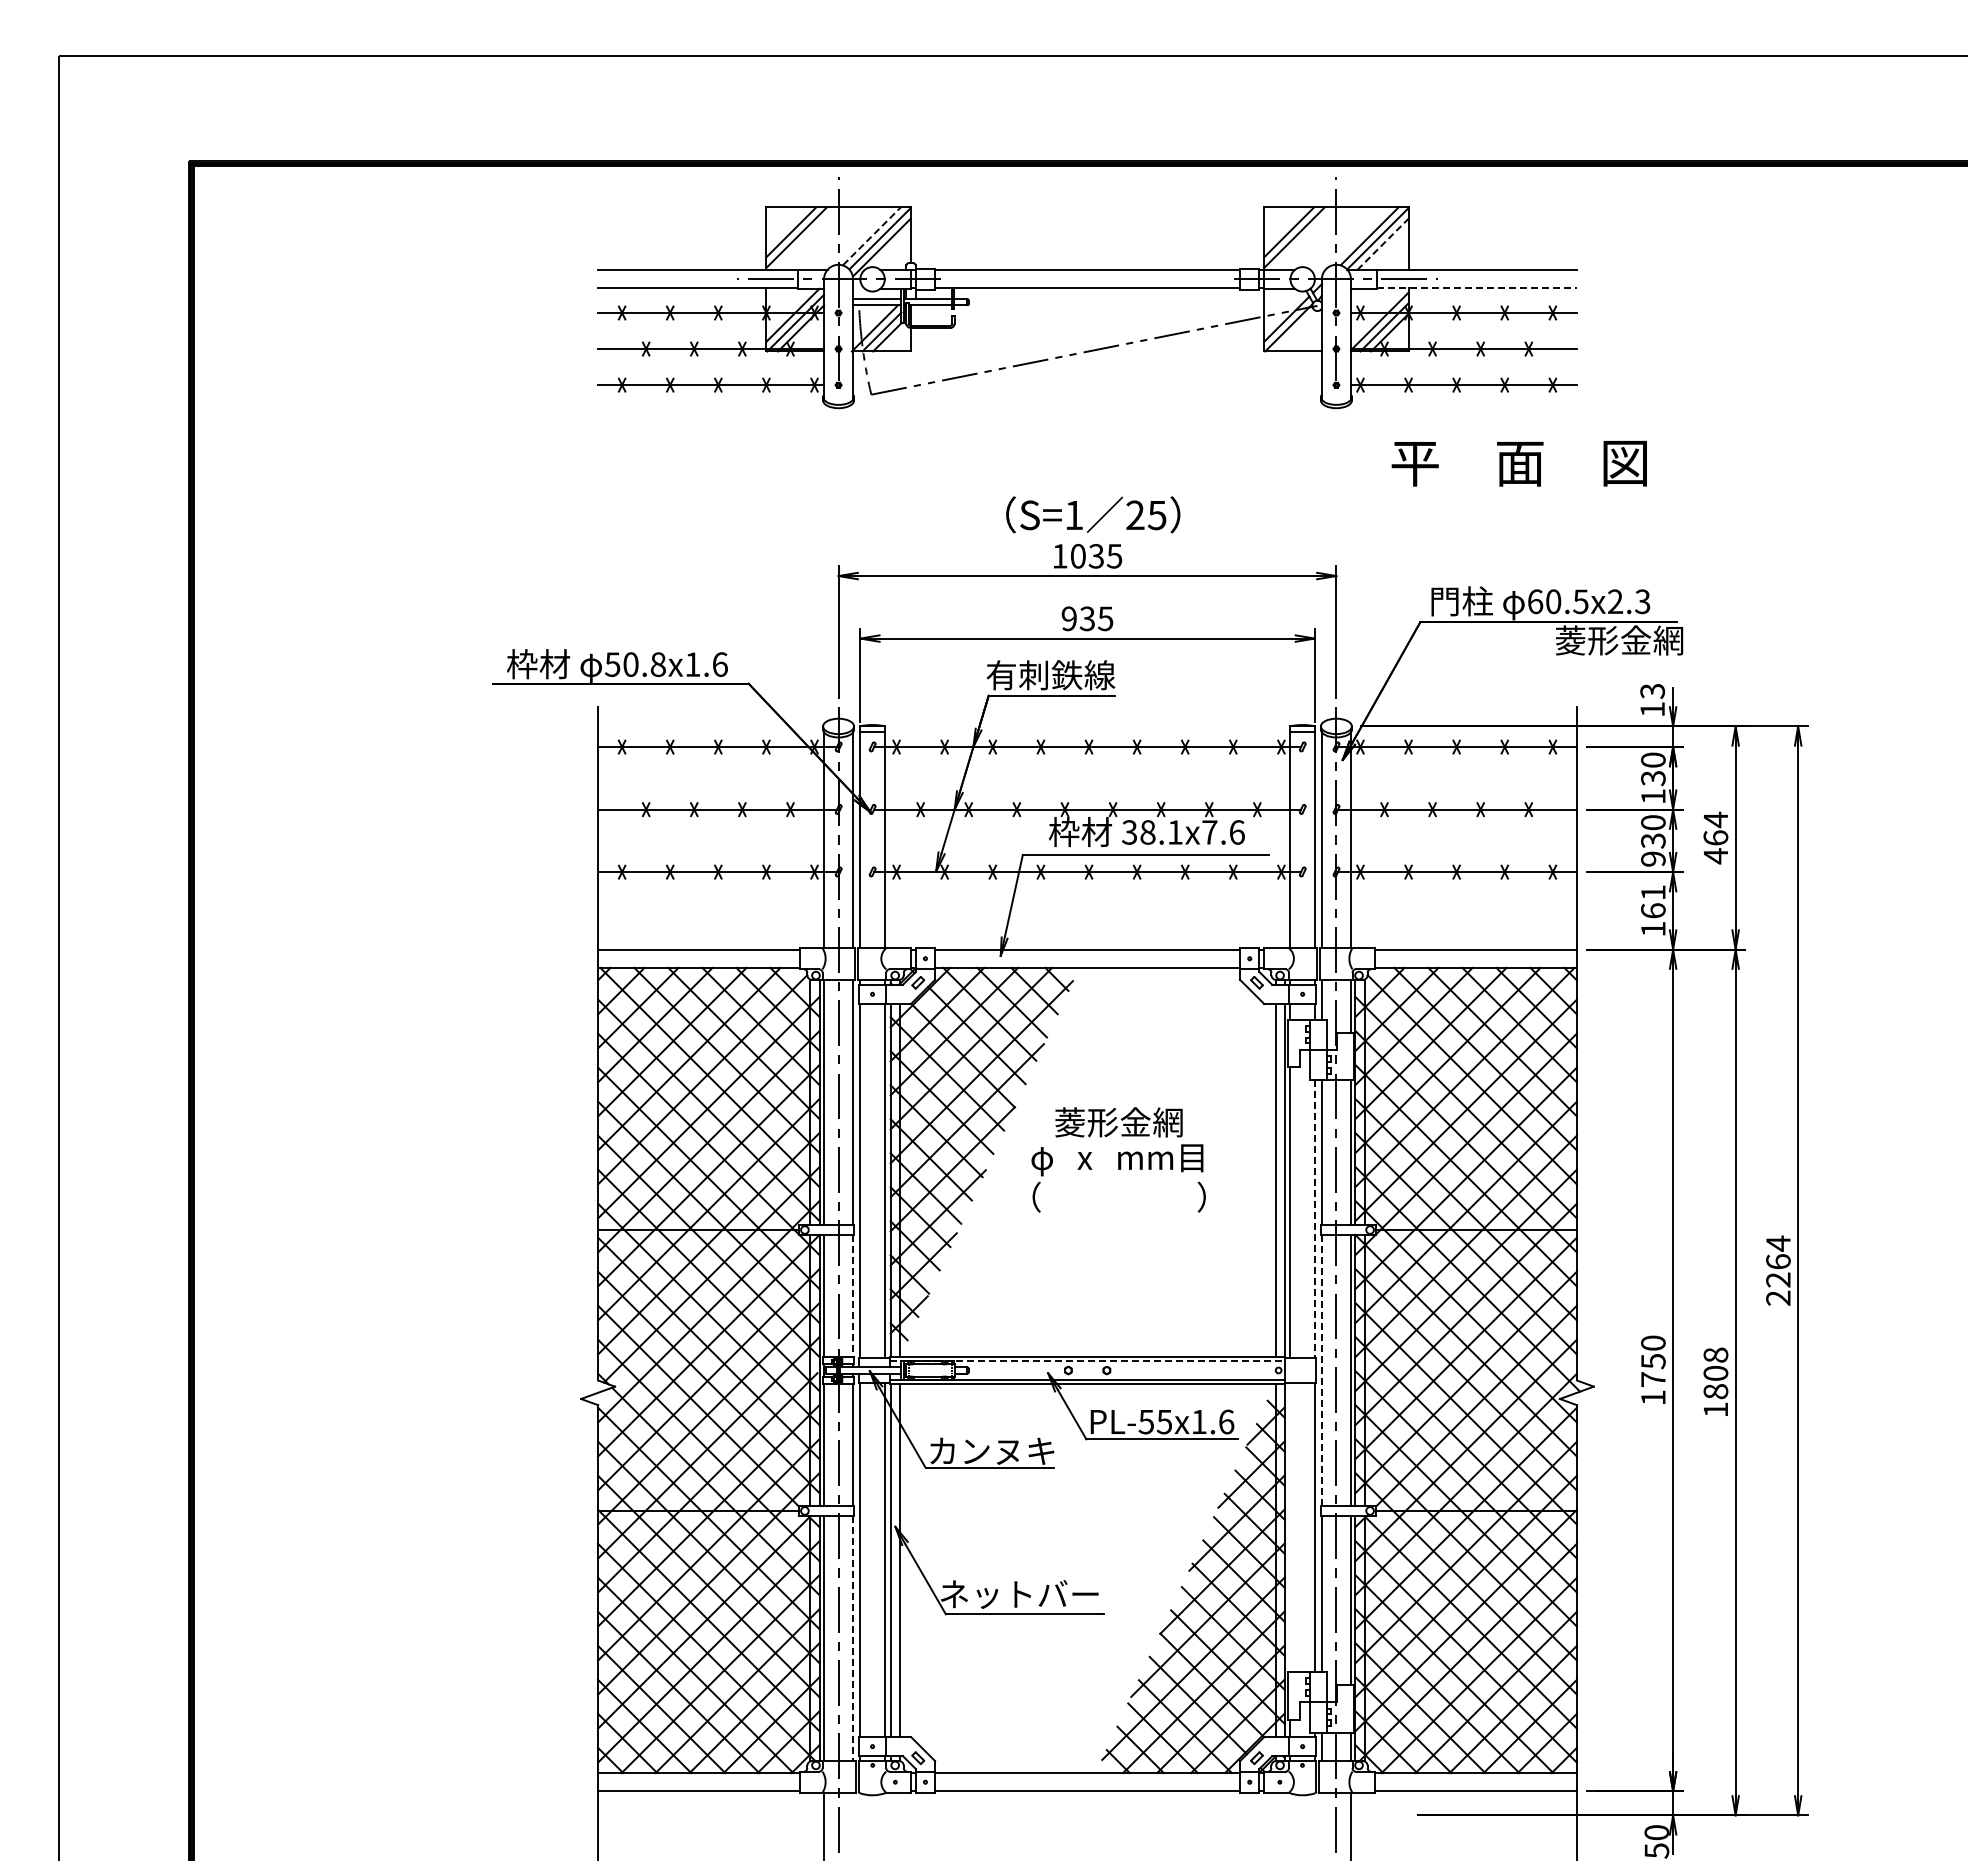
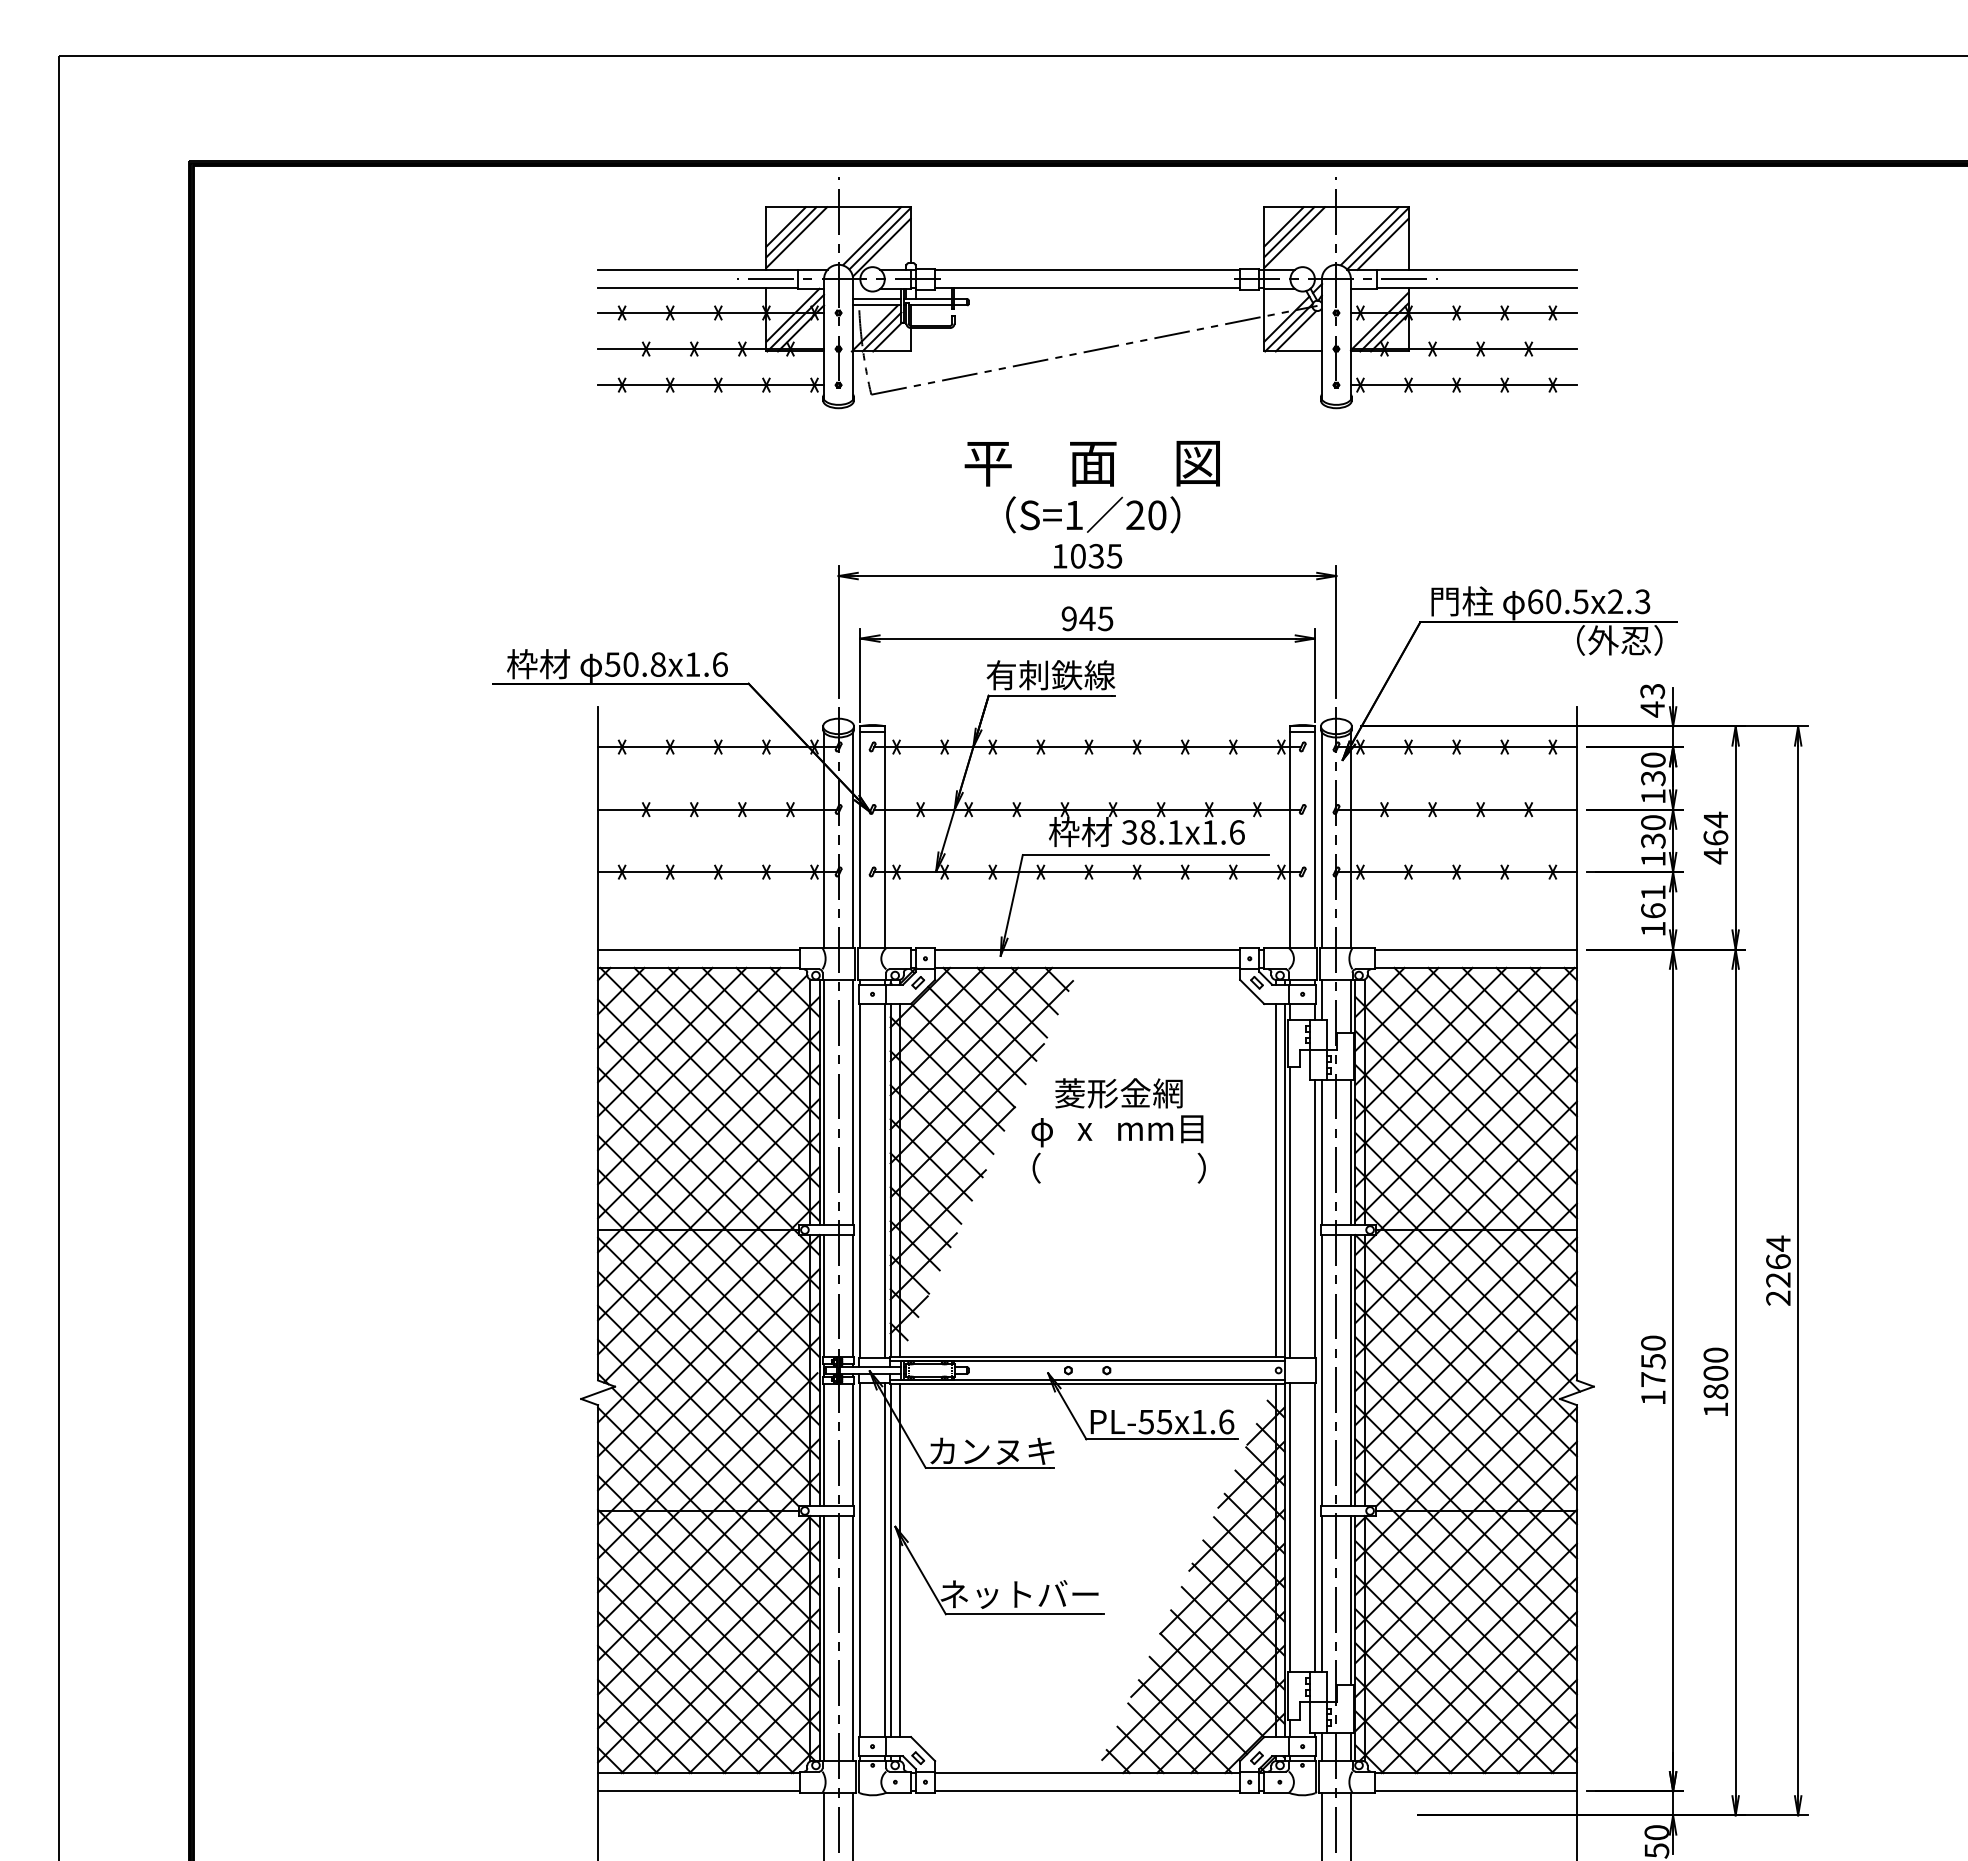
line at (785, 226): none -> present
line at (1283, 226): none -> present
line at (872, 236): dashed -> solid
line at (1383, 243): dashed -> solid
line at (1477, 288): dashed -> solid
line at (1295, 330): none -> present
text at (1518, 463) position: (1518, 463) -> (1091, 463)
text at (1156, 515): 25 -> 20
text at (1087, 618): 935 -> 945
text at (1619, 640): 菱形金網 -> （外忍）
text at (1652, 709): 13 -> 43
text at (1209, 832): 38.1x7.6 -> 38.1x1.6
text at (1653, 858): 930 -> 130
text at (1118, 1159) position: (1118, 1159) -> (1118, 1130)
line at (1314, 1219): dashed -> solid
line at (853, 1296): dashed -> solid
text at (1716, 1354): 1808 -> 1800
line at (1088, 1361): dashed -> solid
line at (1321, 1370): dashed -> solid
line at (1290, 1526): none -> present
line at (853, 1638): dashed -> solid
line at (853, 1824): none -> present
line at (1321, 1824): none -> present
